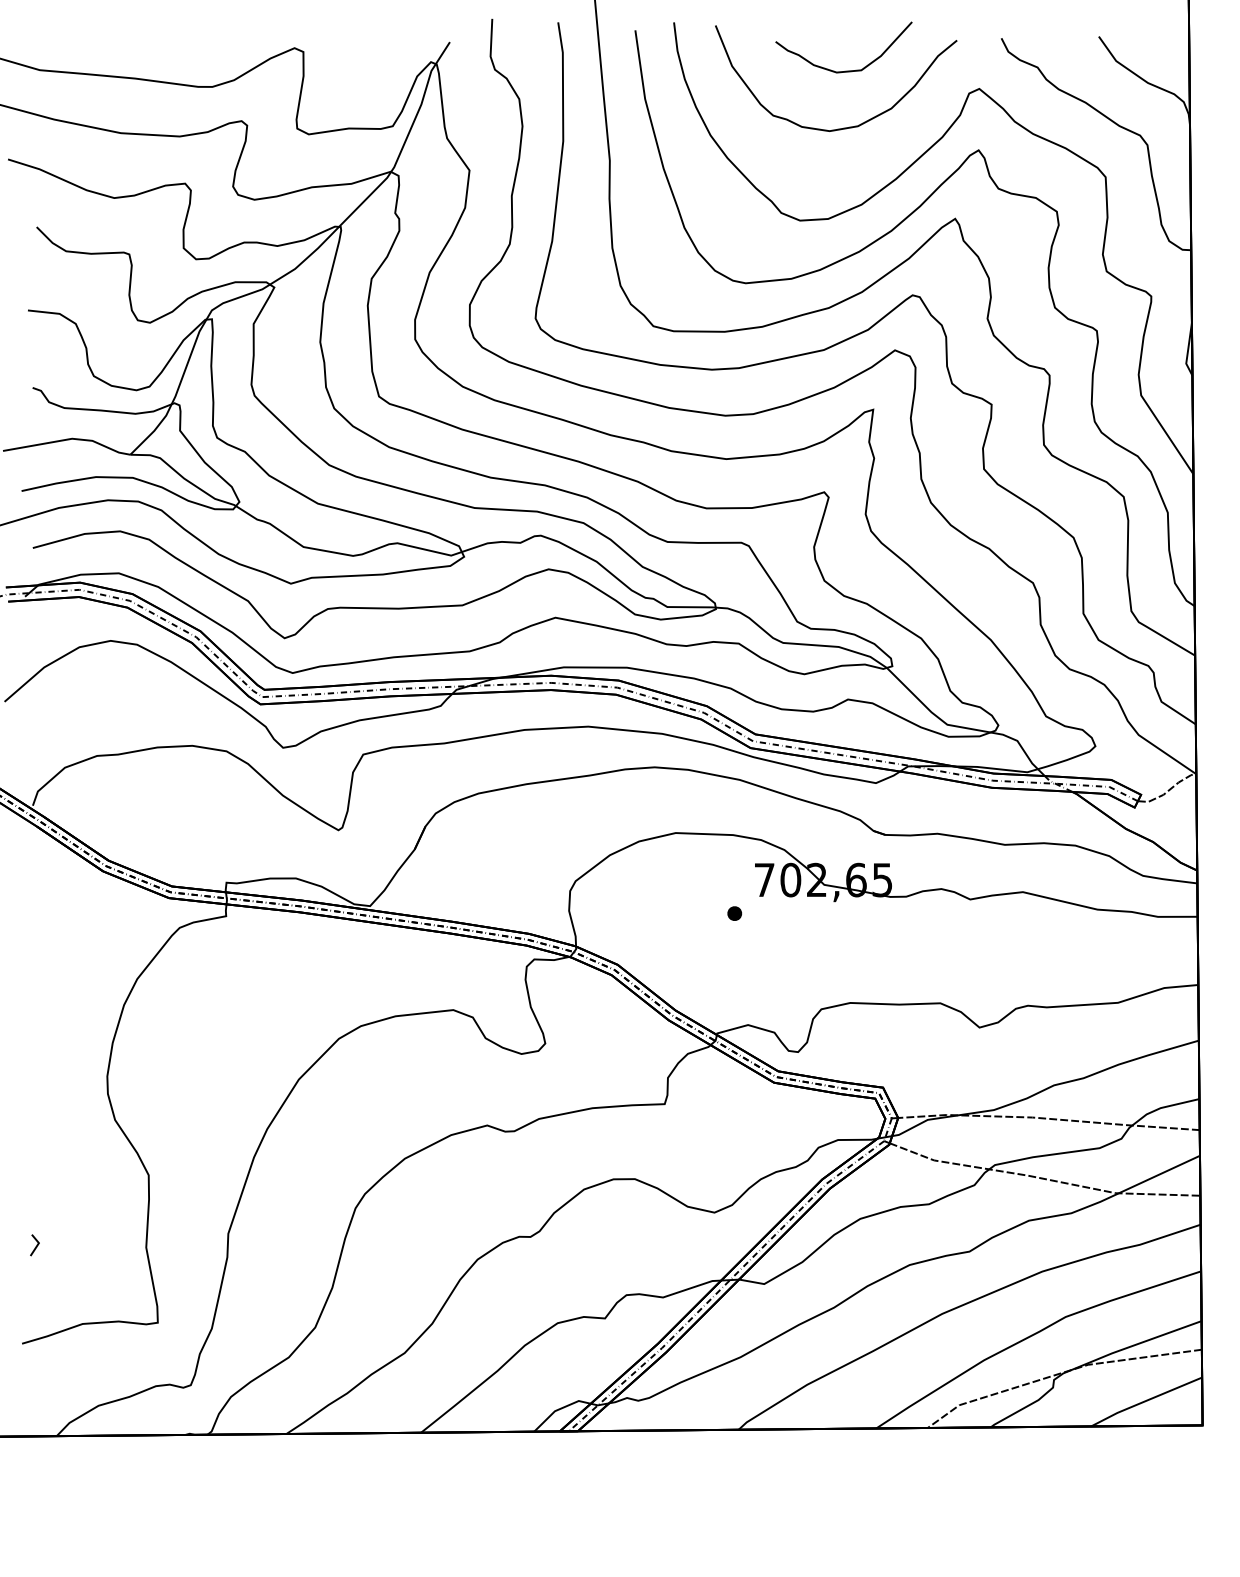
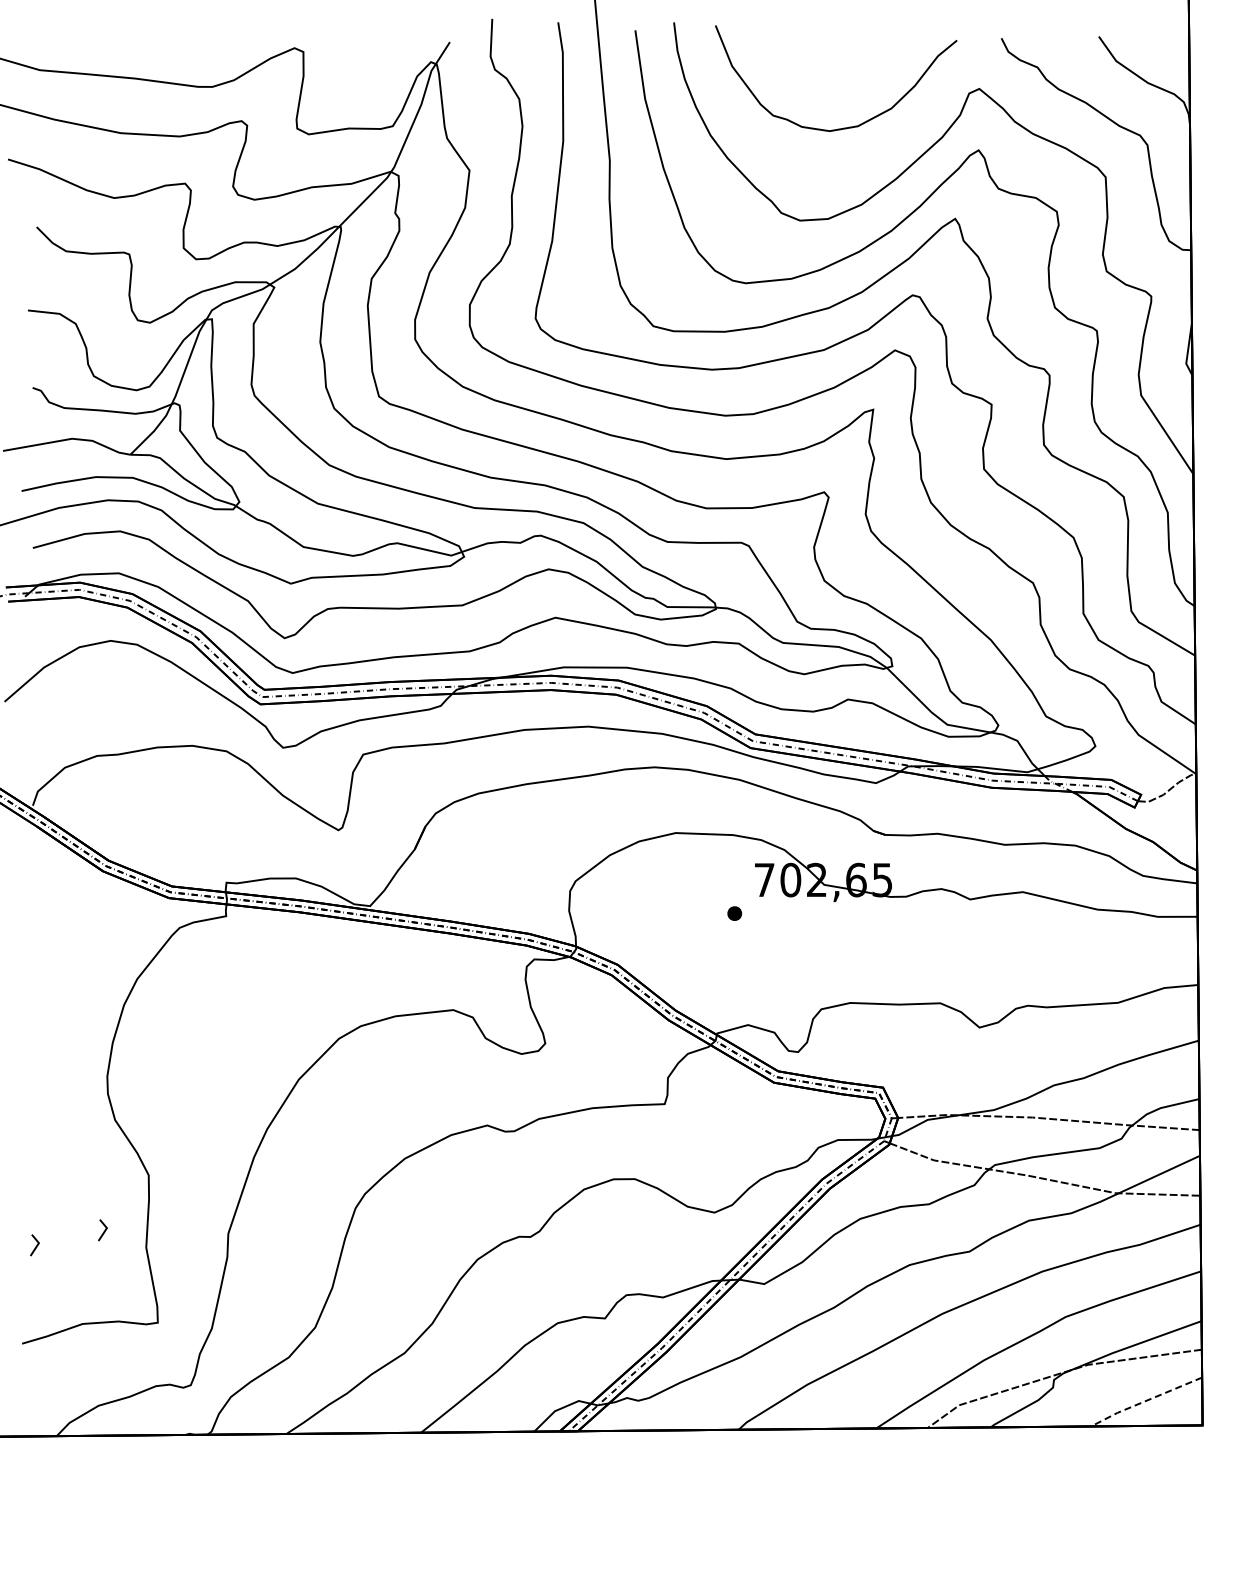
curve at (845, 70): present -> none
line at (103, 1231): none -> present
line at (1145, 1401): solid -> dashed
